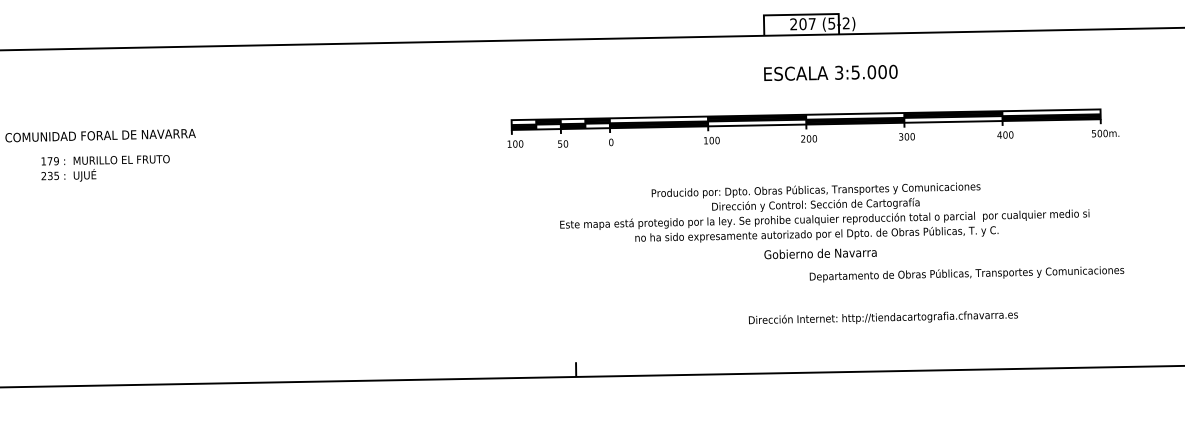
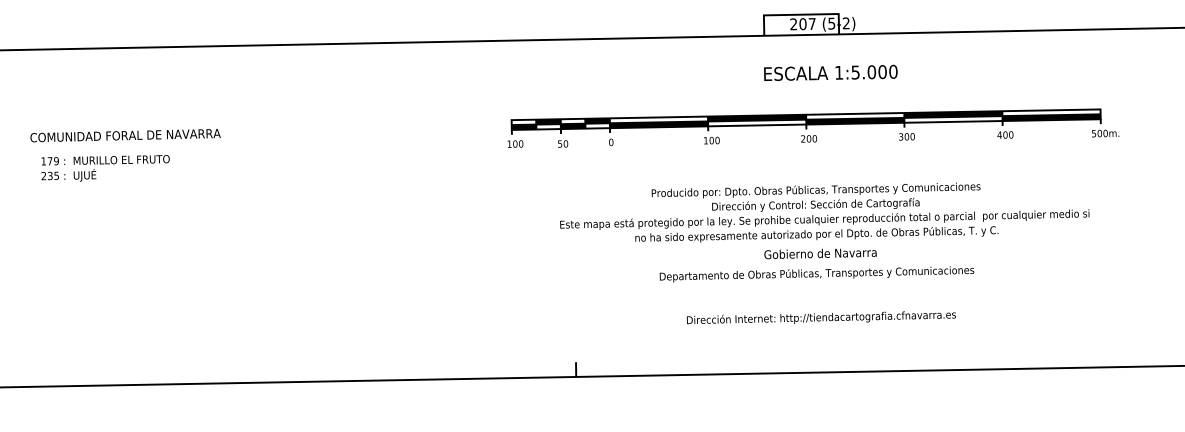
text at (839, 72): 3:5.000 -> 1:5.000
text at (100, 135) position: (100, 135) -> (125, 135)
text at (966, 274) position: (966, 274) -> (816, 274)
text at (882, 317) position: (882, 317) -> (820, 317)
